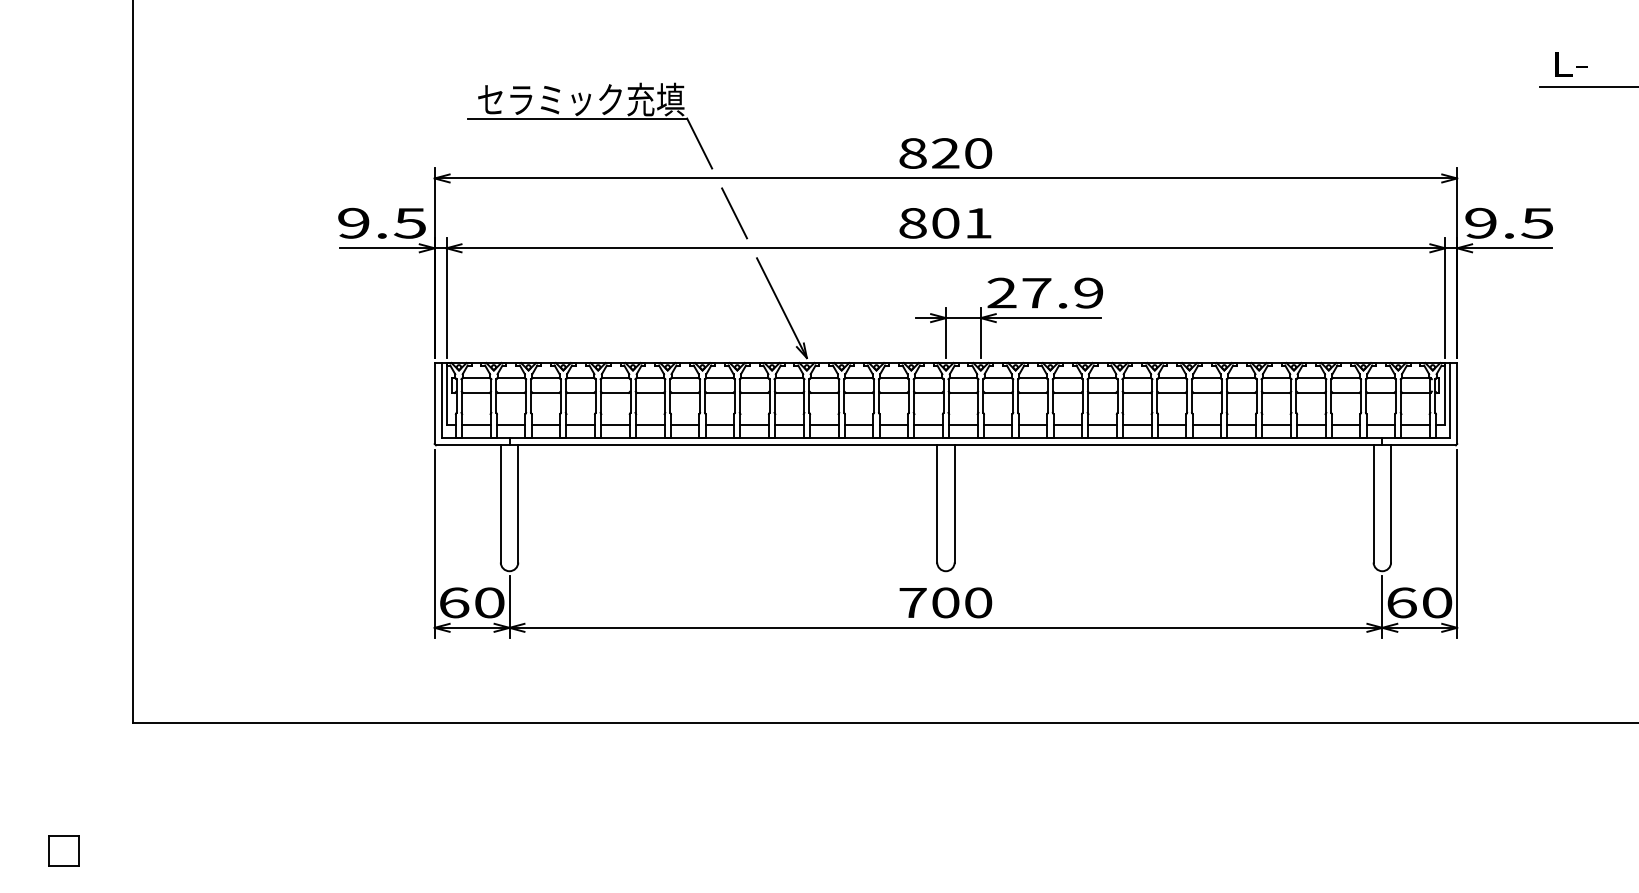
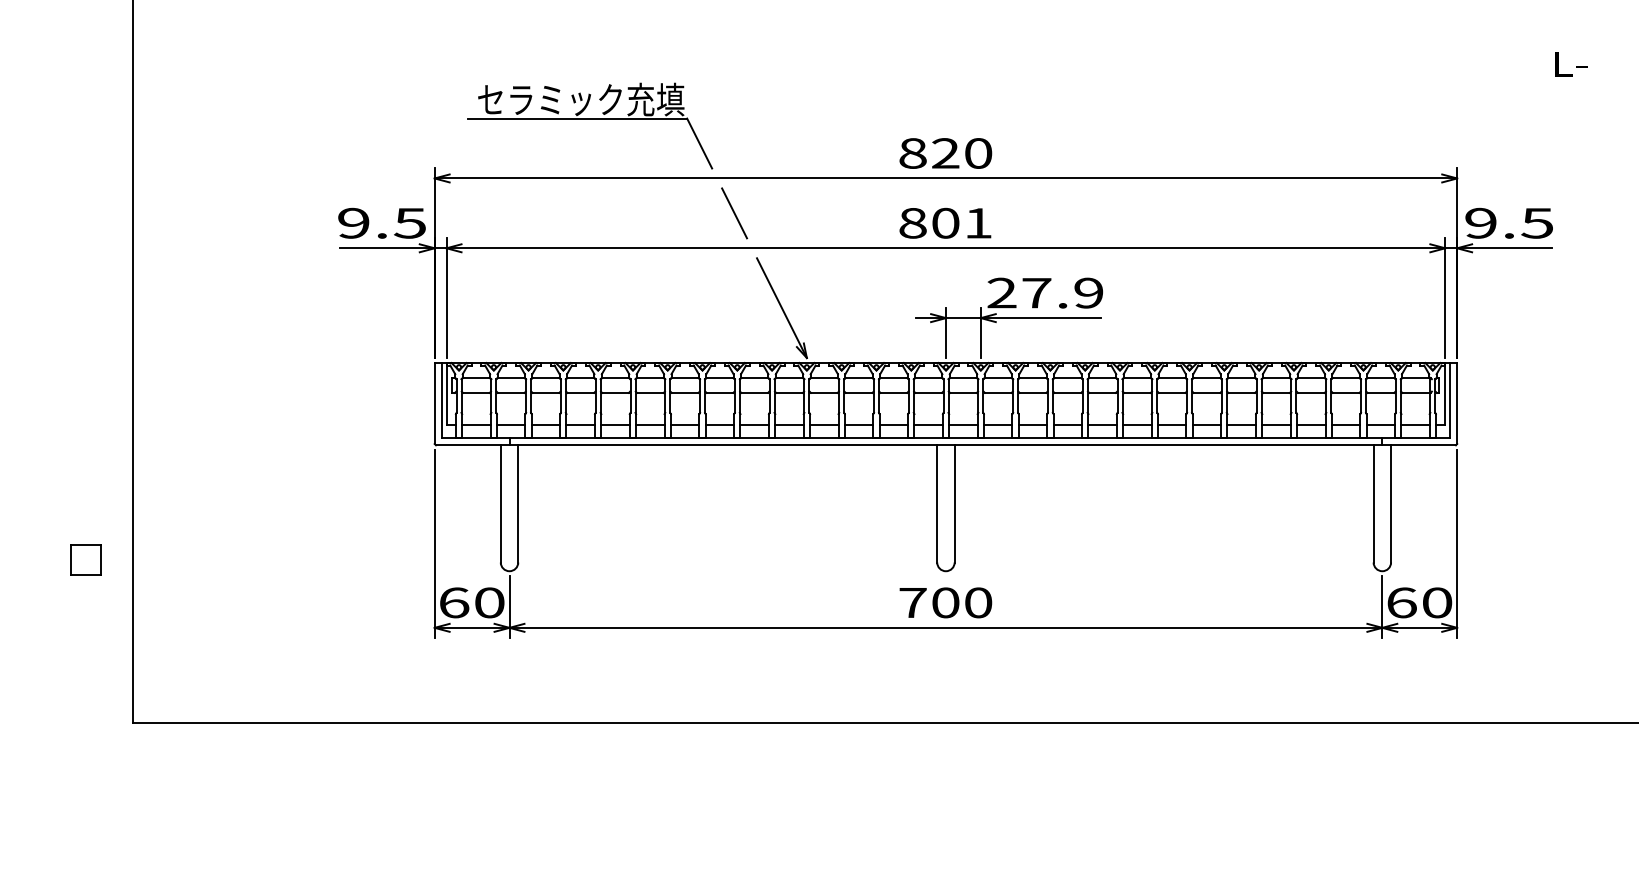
line at (1587, 86): present -> none
part at (63, 850) position: (63, 850) -> (85, 559)
